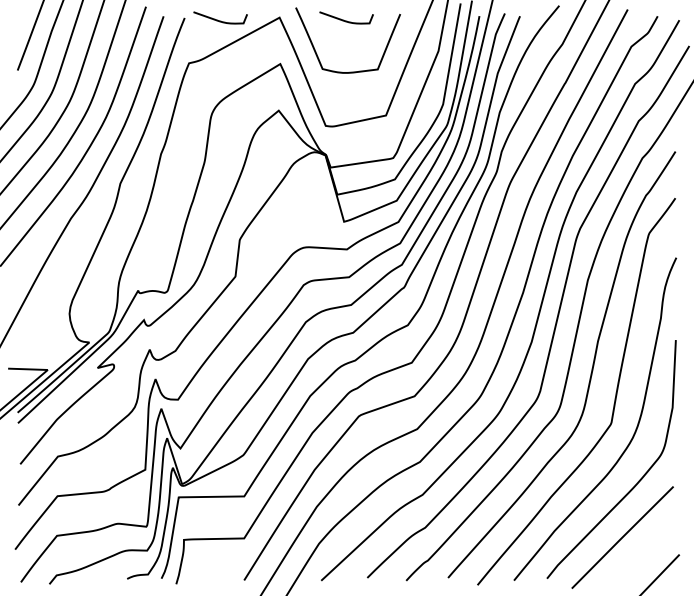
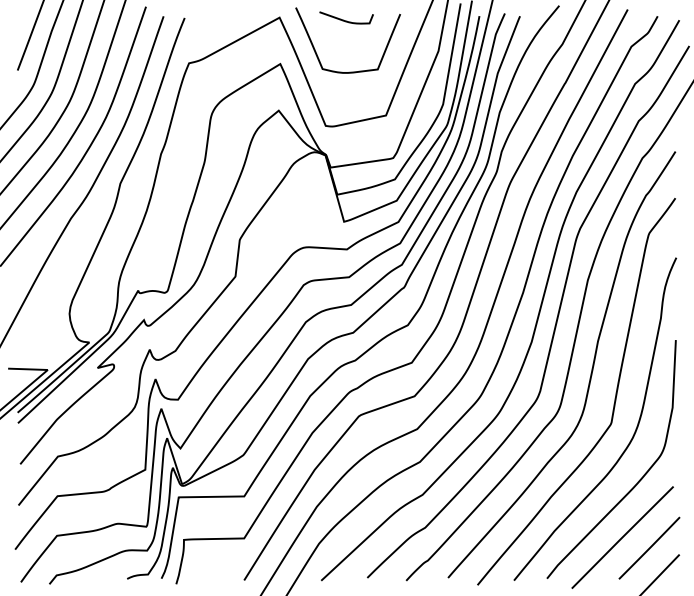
curve at (220, 20): present -> none
line at (649, 547): none -> present
